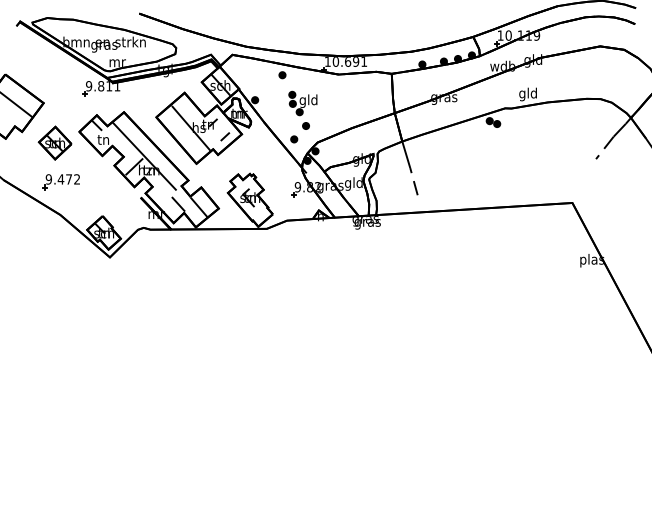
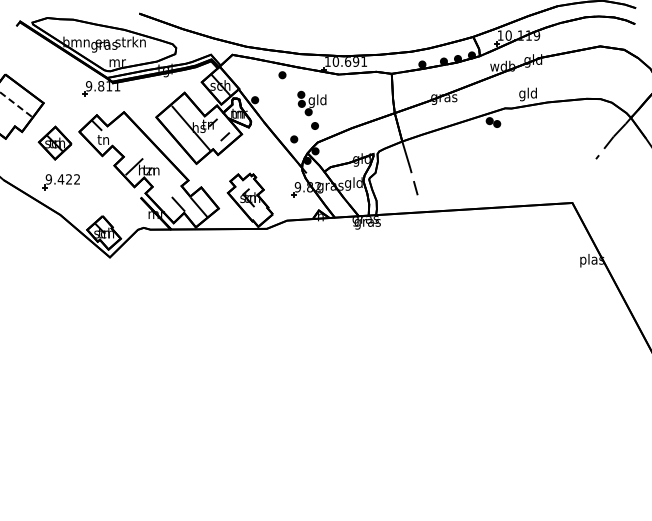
line at (16, 104): solid -> dashed
part at (302, 109) position: (302, 109) -> (311, 109)
line at (144, 156): present -> none
text at (68, 179): 9.472 -> 9.422
